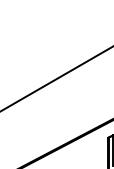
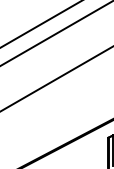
line at (40, 24): none -> present
line at (56, 33): none -> present
